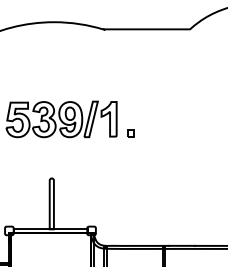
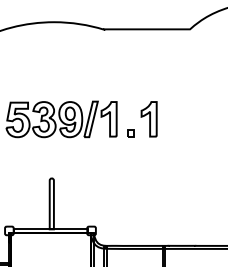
part at (148, 119): none -> present
